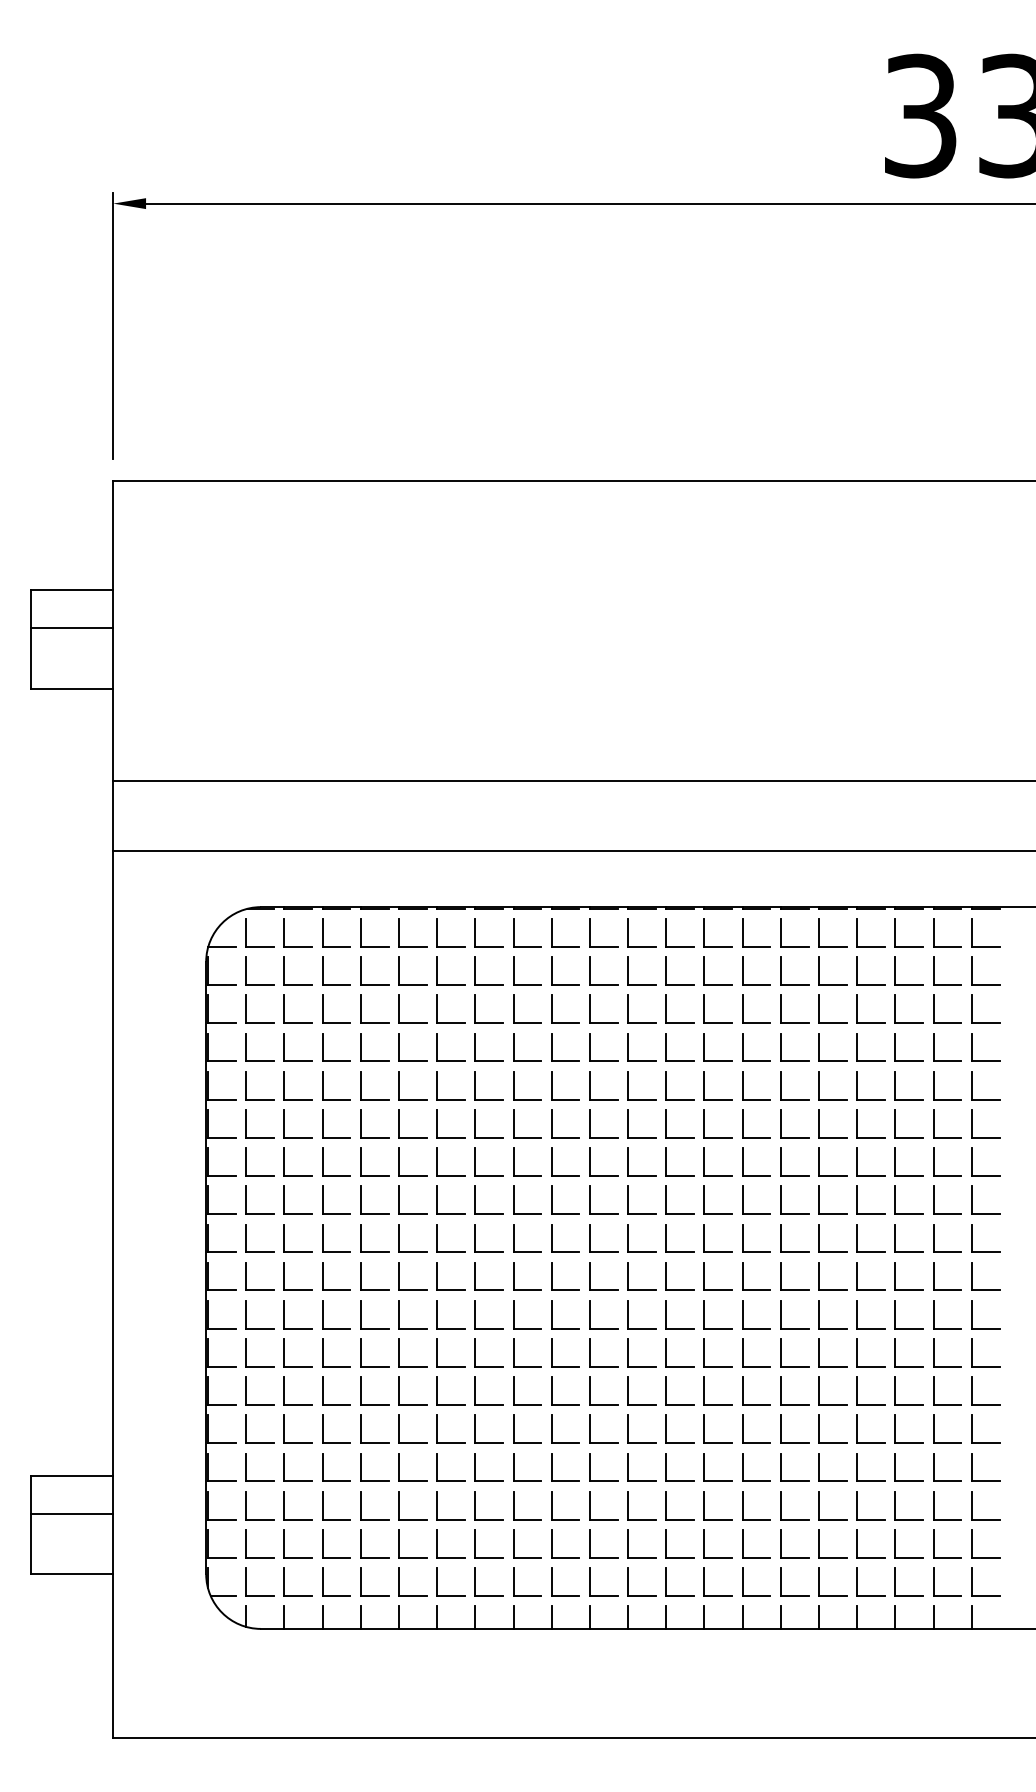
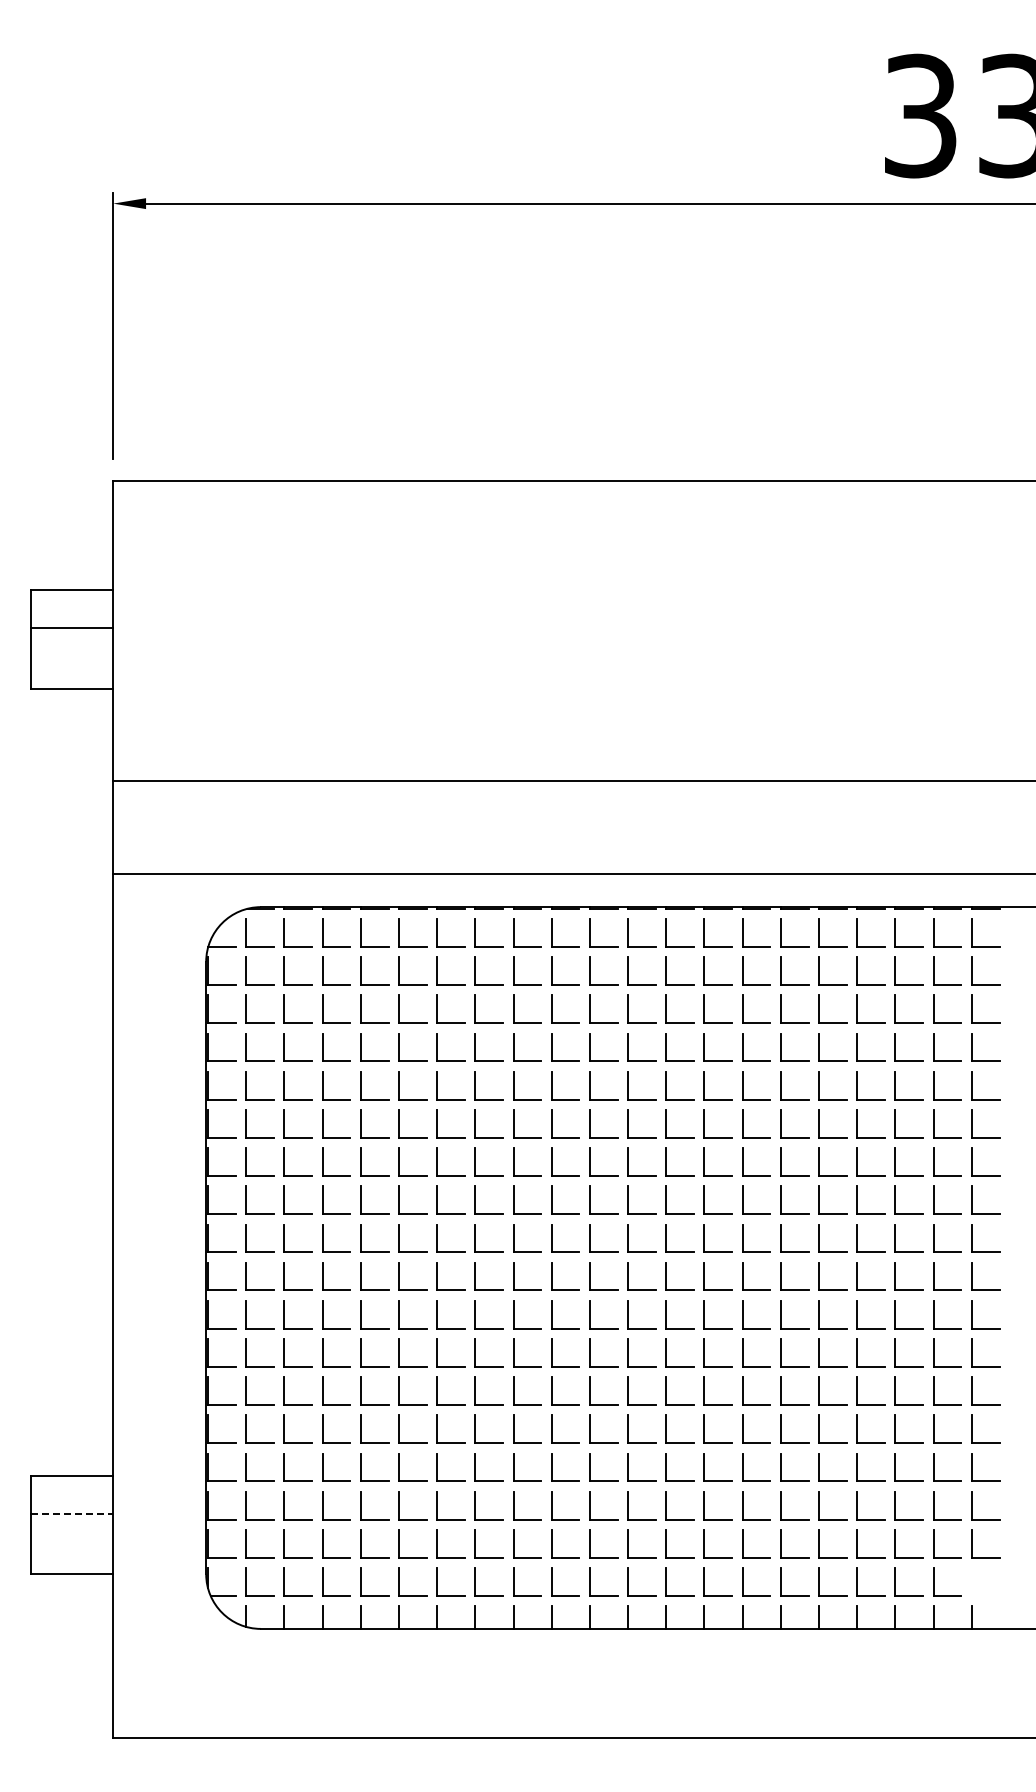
line at (572, 850) position: (572, 850) -> (572, 873)
line at (72, 1514): solid -> dashed
part at (972, 1581): present -> none
